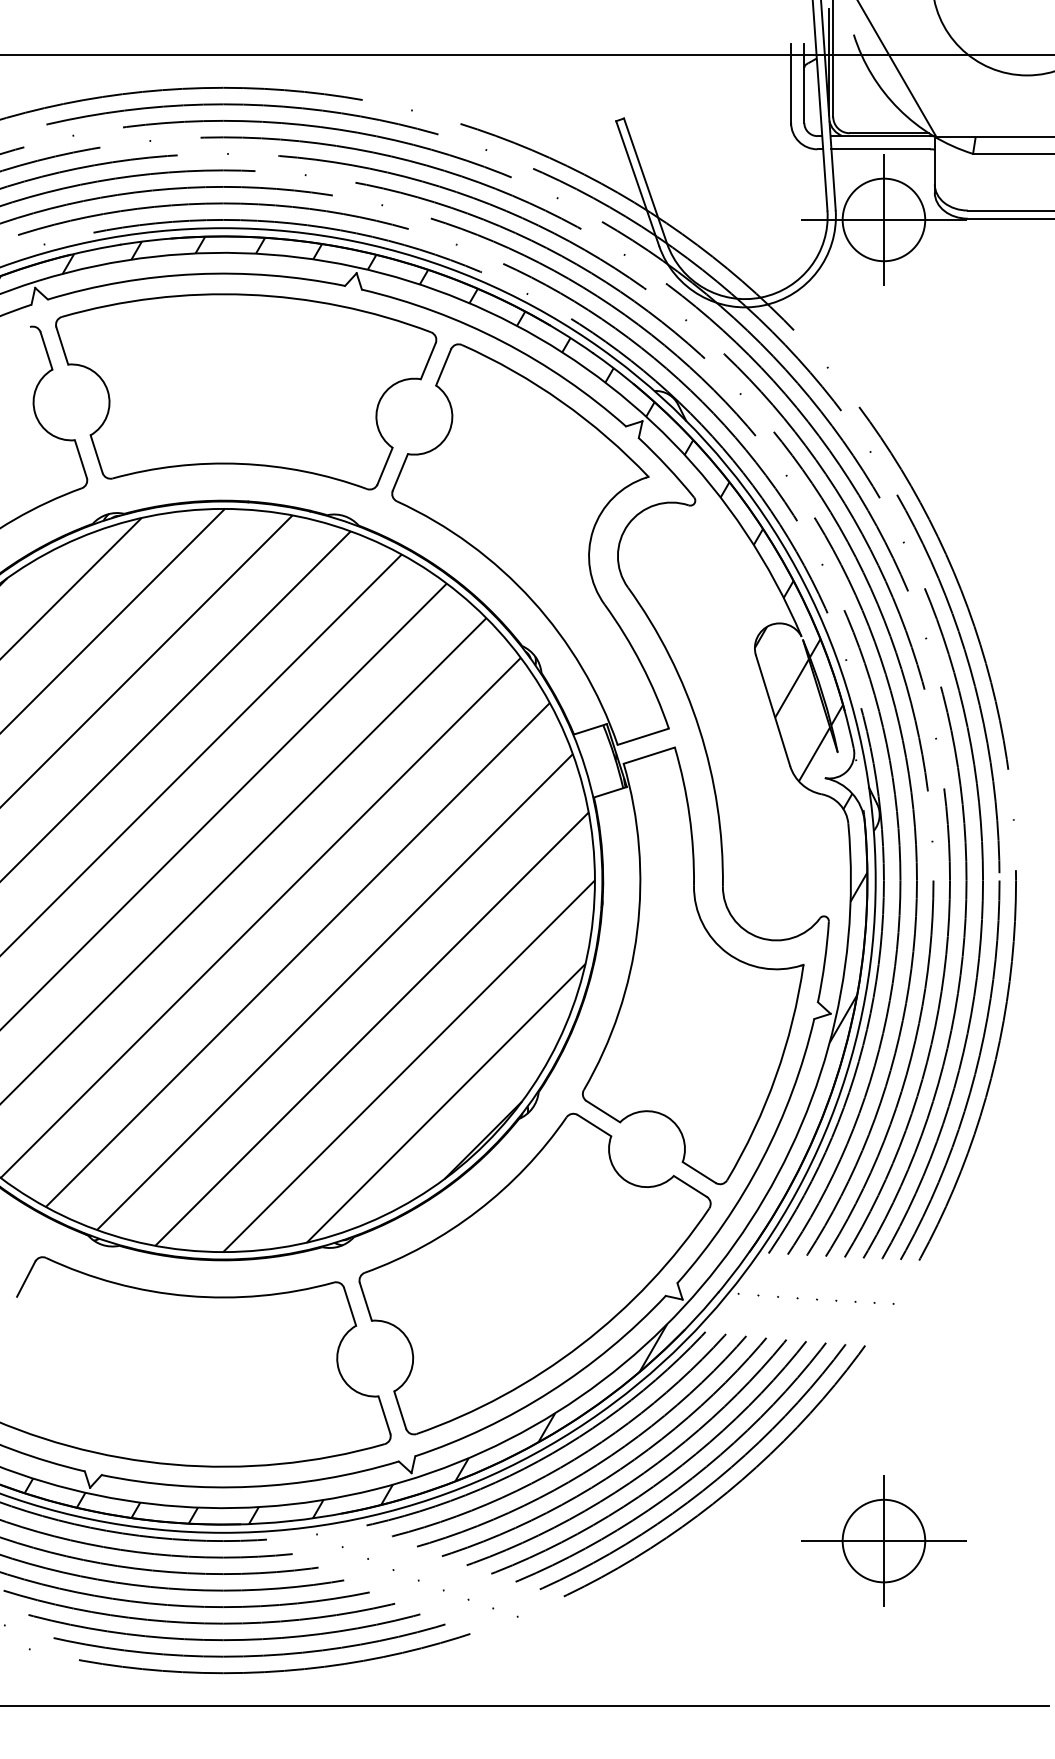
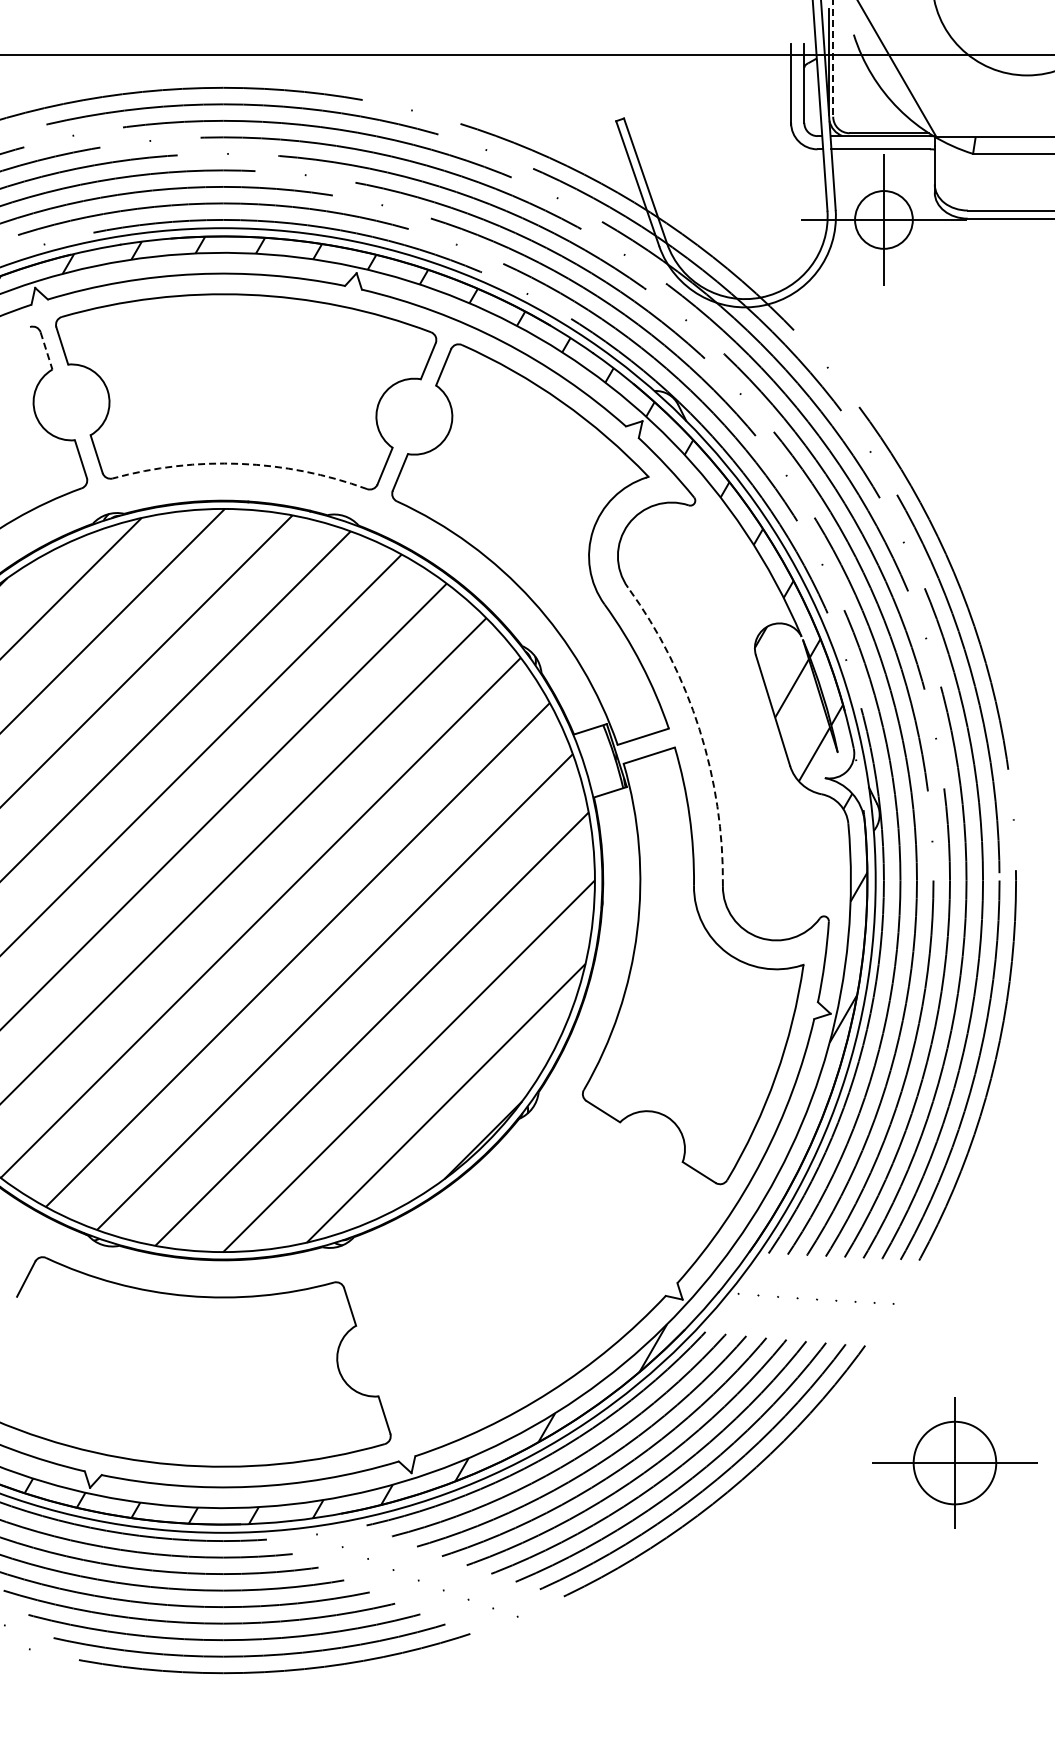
line at (833, 58): solid -> dashed
circle at (883, 219) diameter: 83 px -> 58 px
line at (46, 350): solid -> dashed
arc at (240, 463): solid -> dashed
arc at (699, 729): solid -> dashed
part at (534, 1273): present -> none
part at (883, 1540) position: (883, 1540) -> (954, 1462)
line at (525, 1706): present -> none
